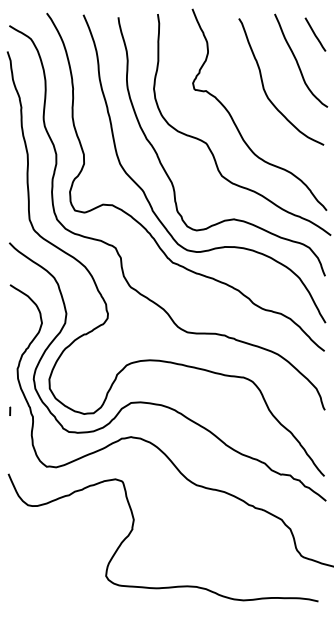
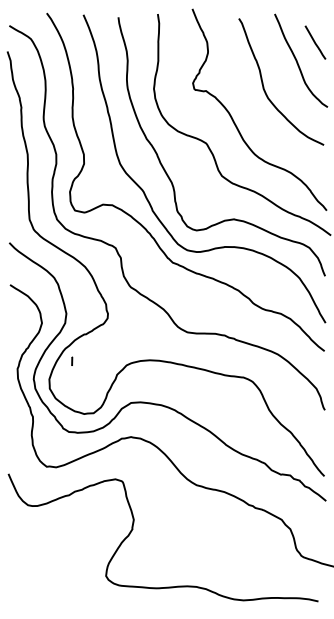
line at (315, 34) position: (315, 34) -> (315, 42)
line at (10, 410) position: (10, 410) -> (72, 360)
